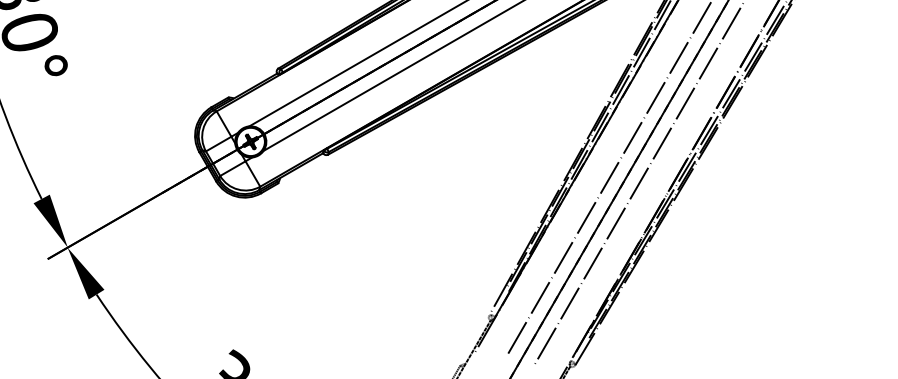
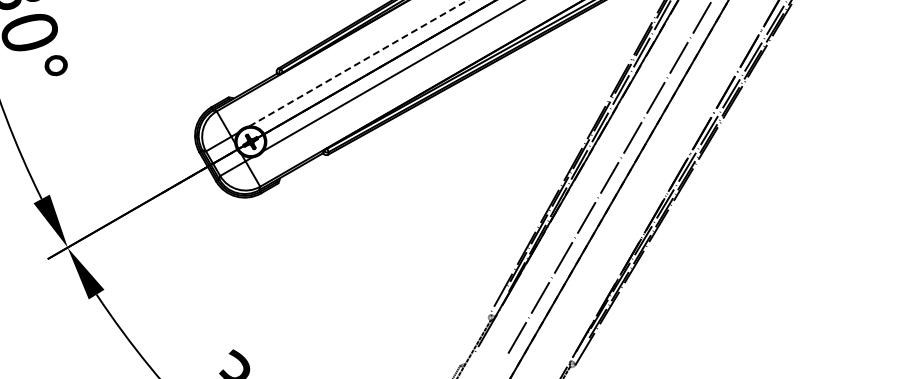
line at (358, 63): solid -> dashed
line at (637, 184): present -> none
